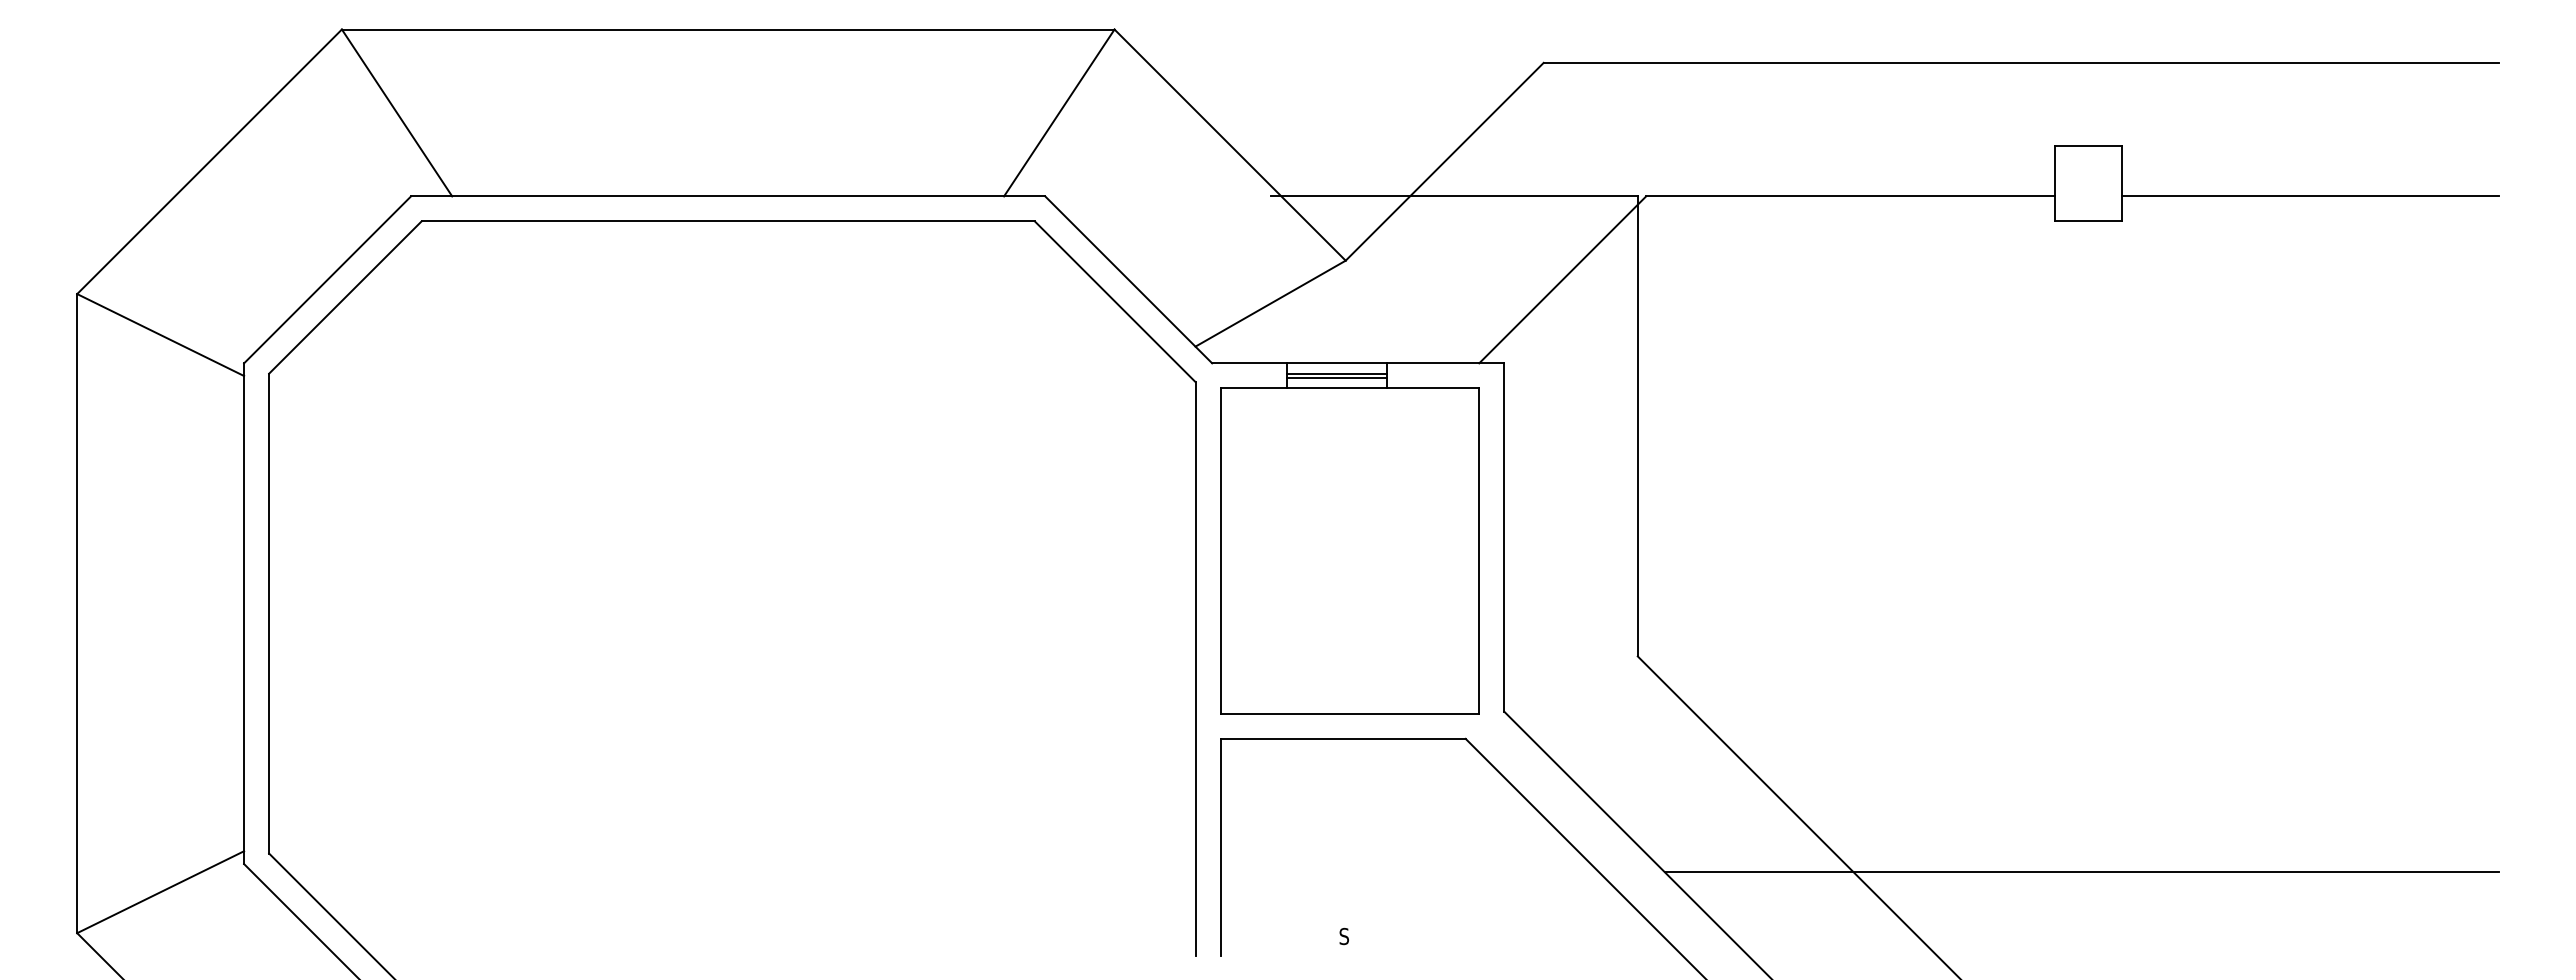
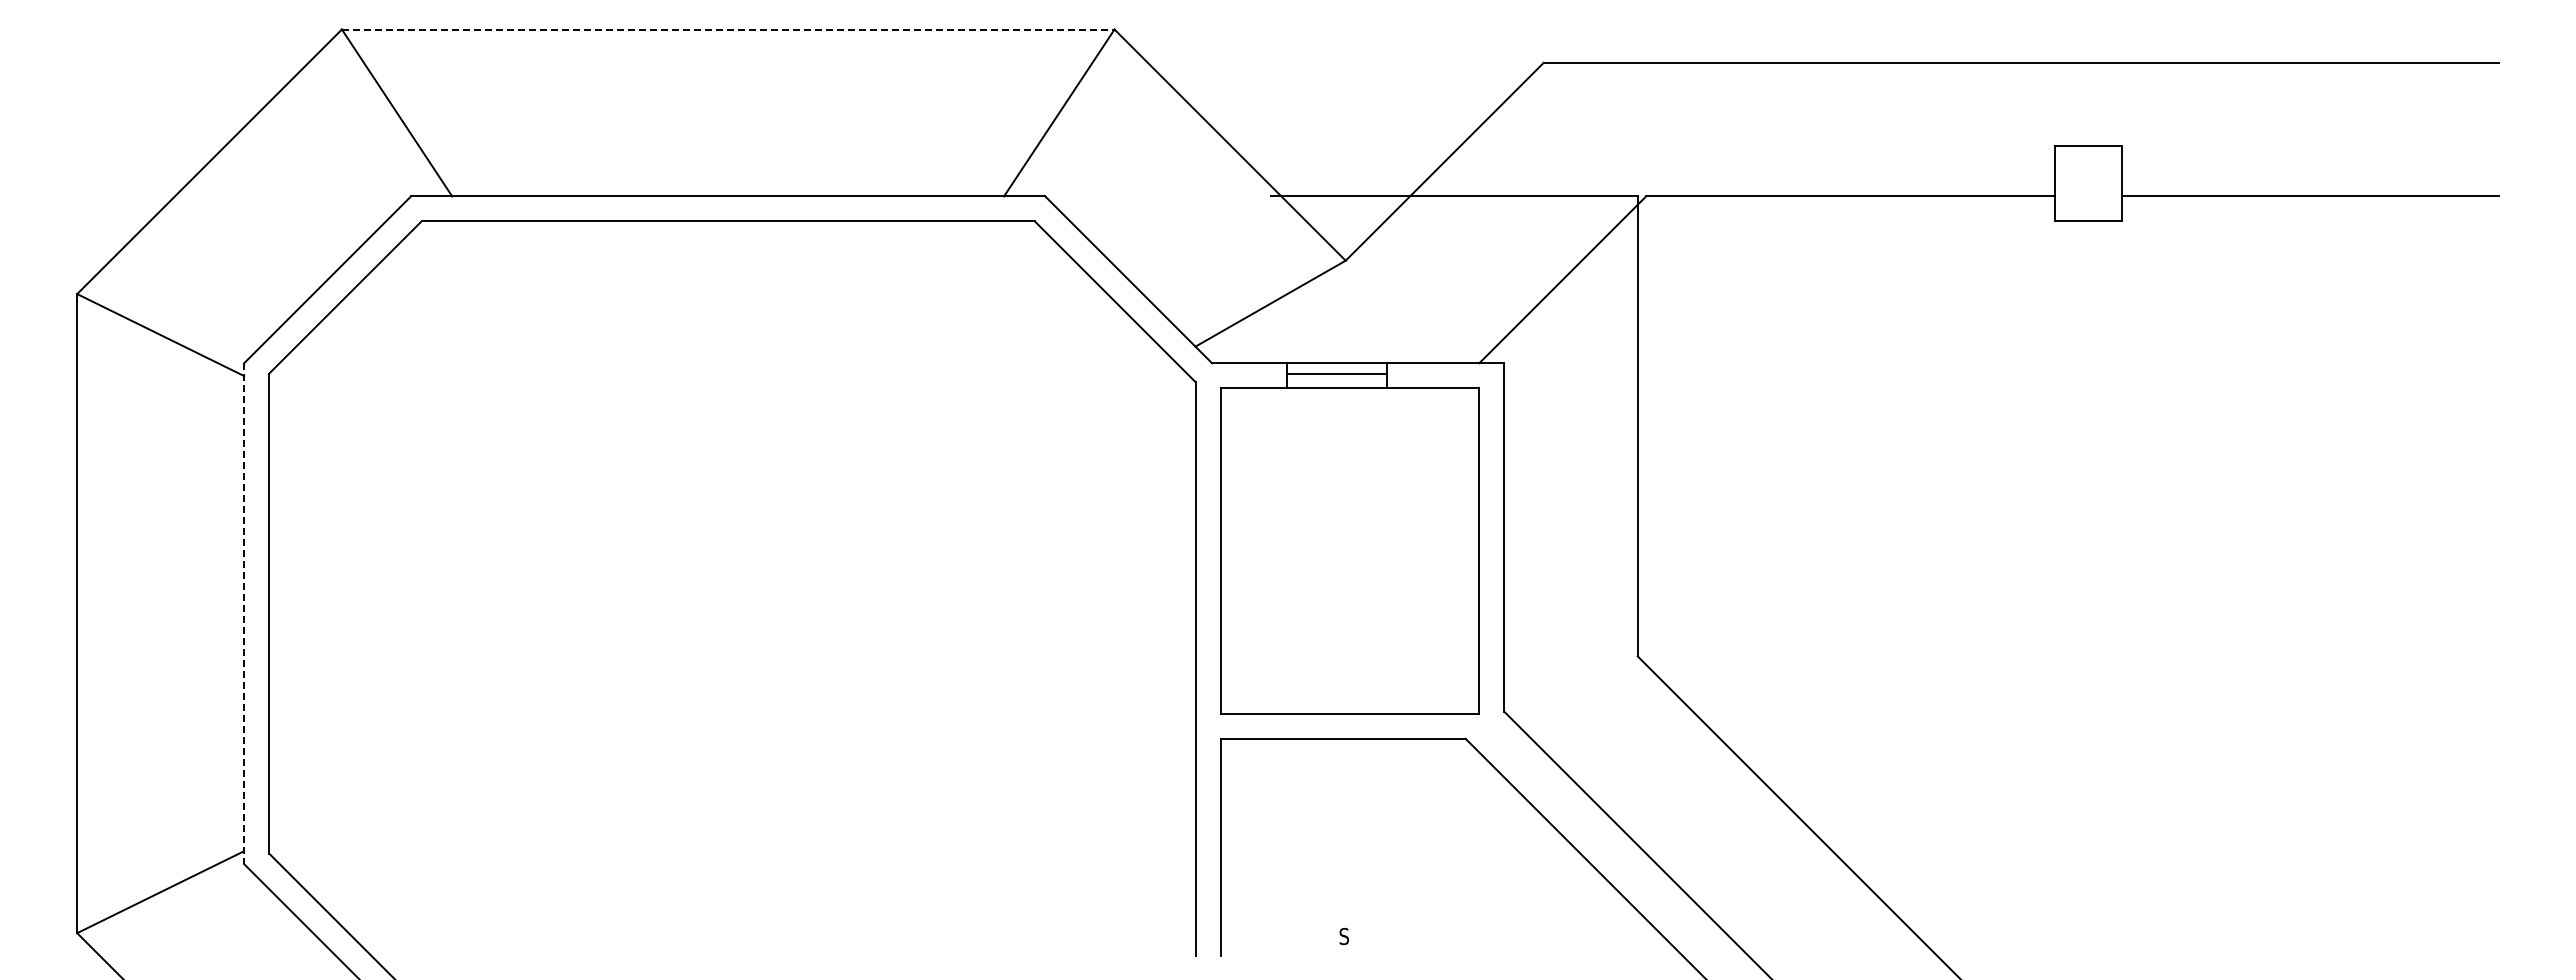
line at (728, 29): solid -> dashed
line at (1337, 377): present -> none
line at (244, 614): solid -> dashed
line at (2081, 872): present -> none
